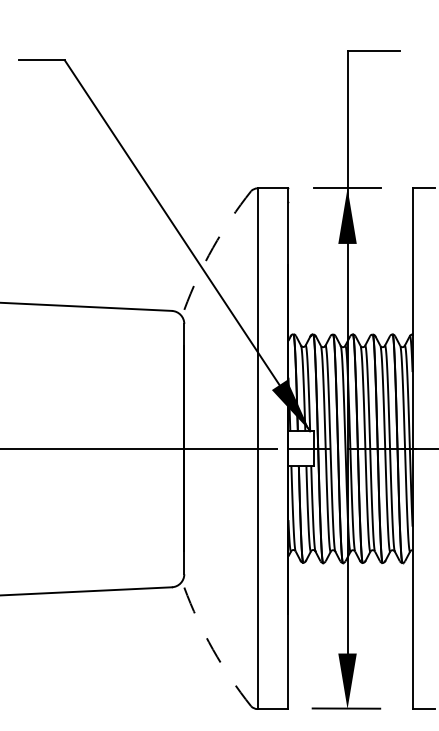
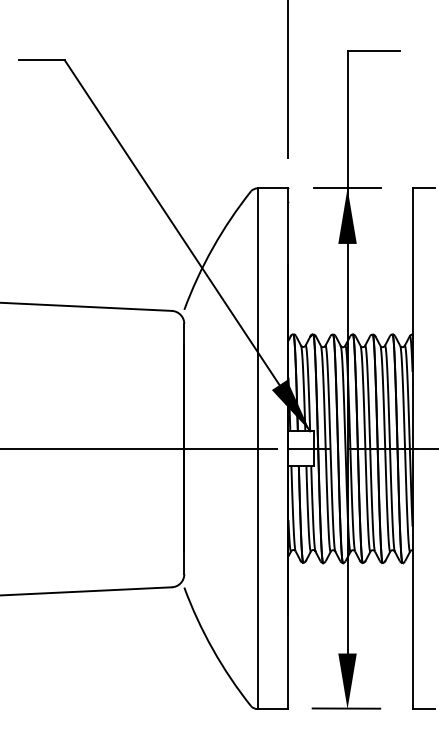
line at (288, 80): none -> present
arc at (213, 247): dashed -> solid
arc at (213, 649): dashed -> solid
